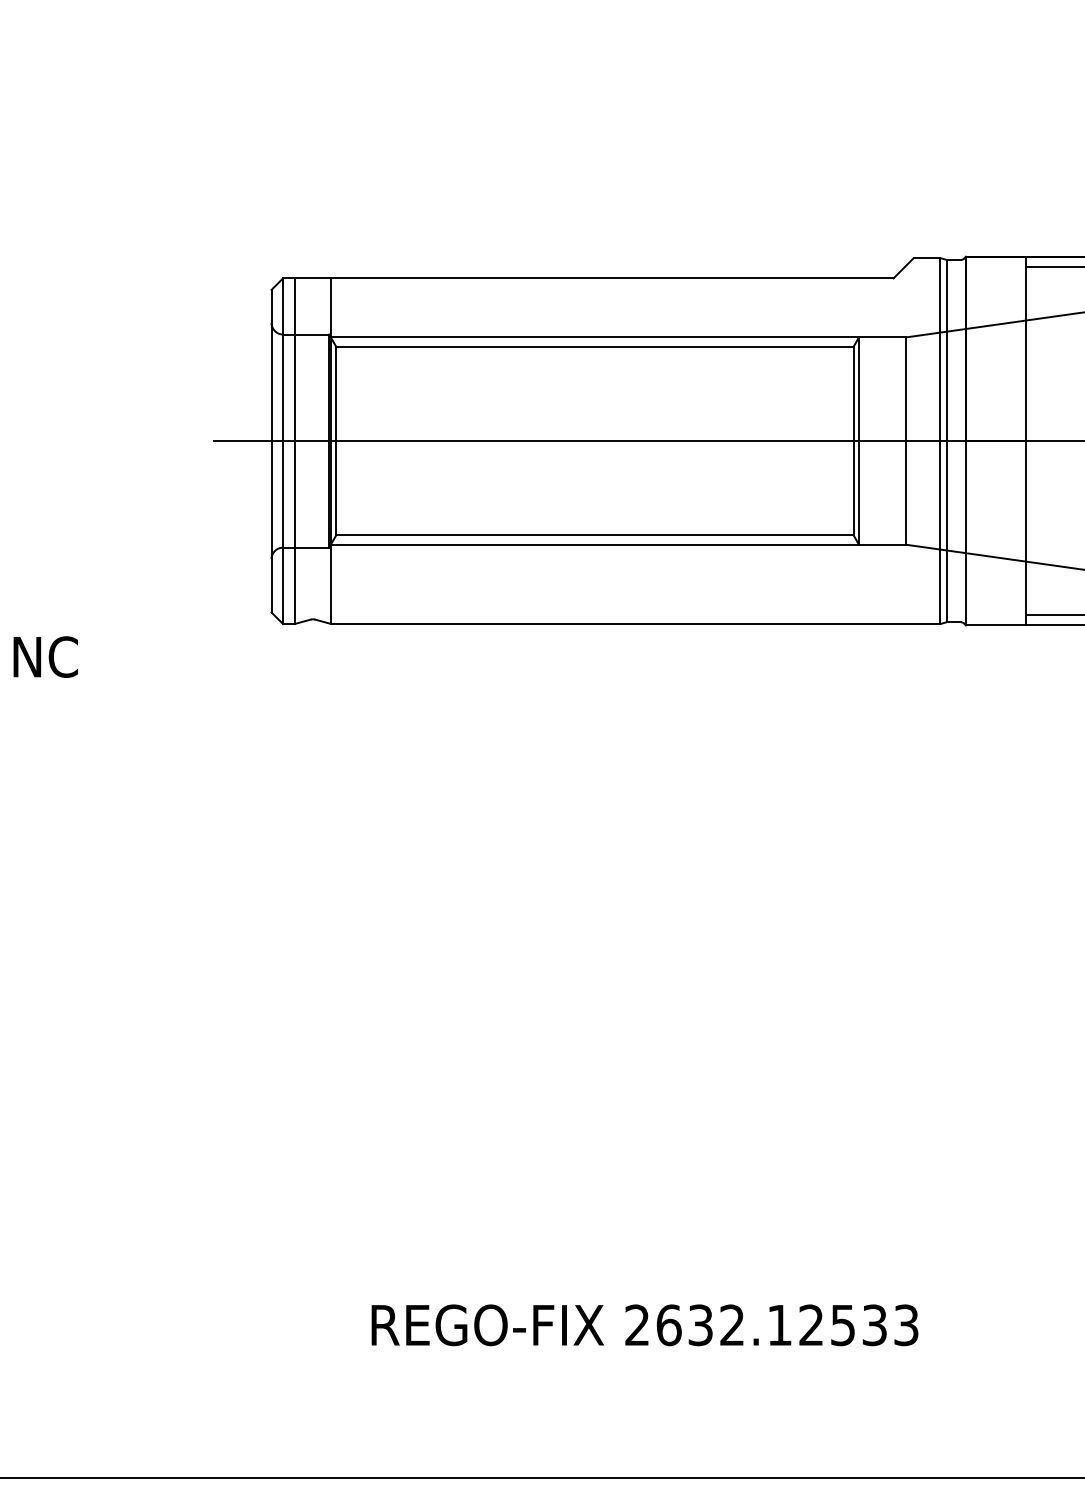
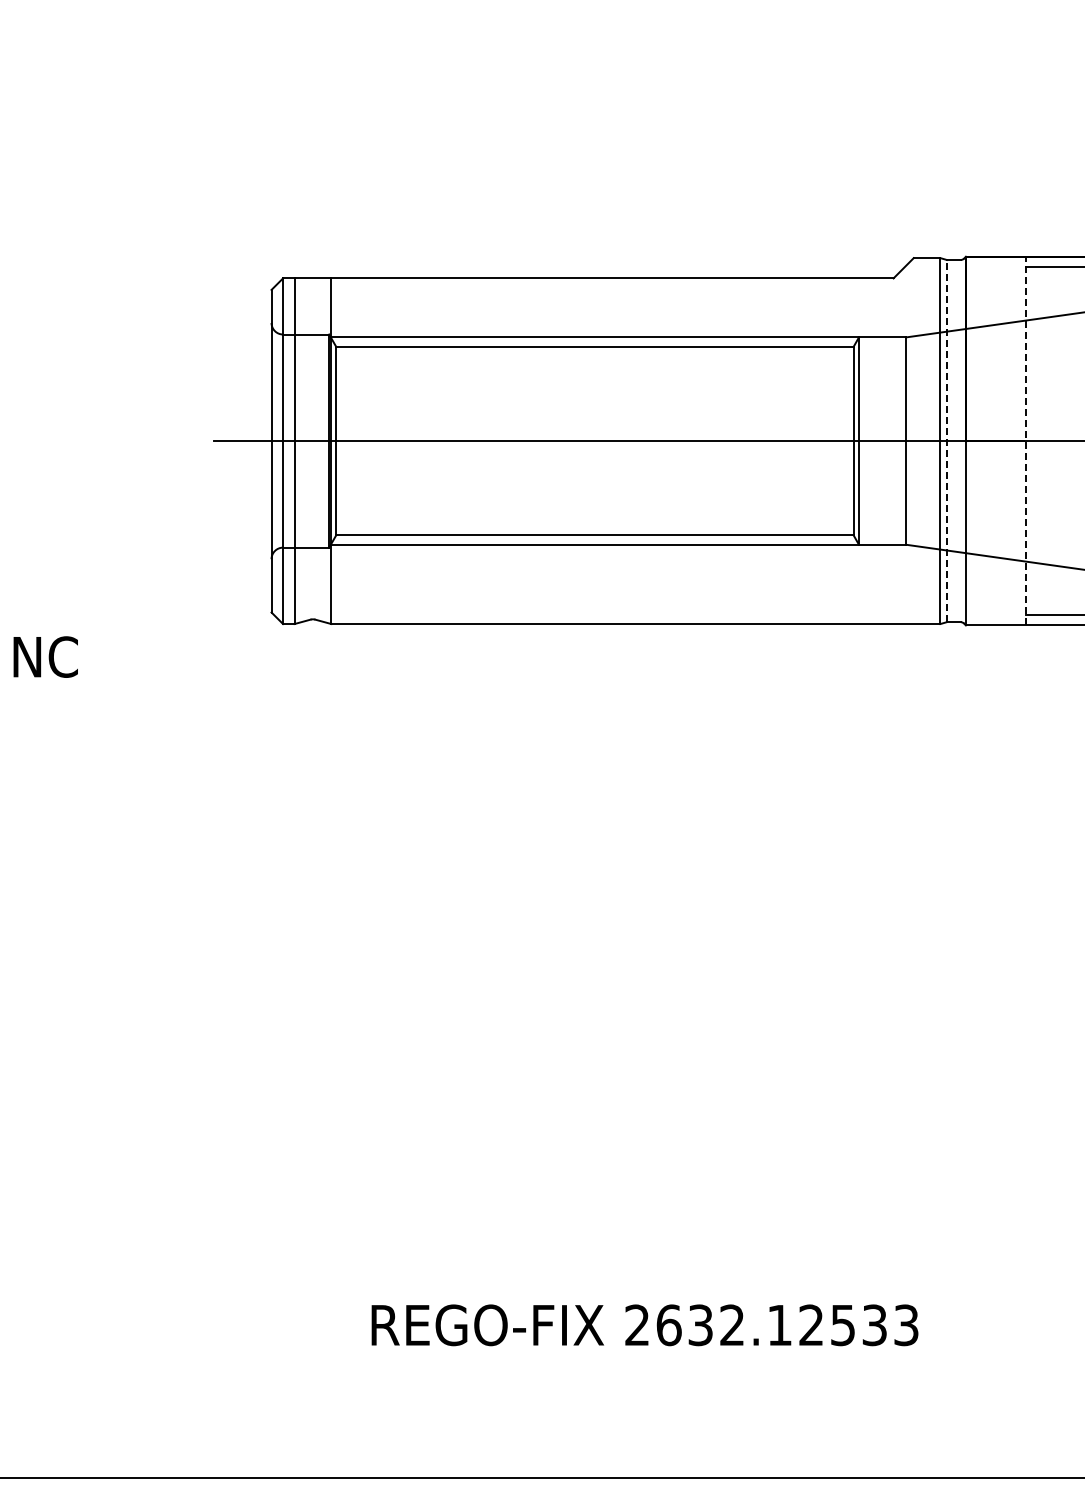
line at (946, 440): solid -> dashed
line at (1026, 440): solid -> dashed
